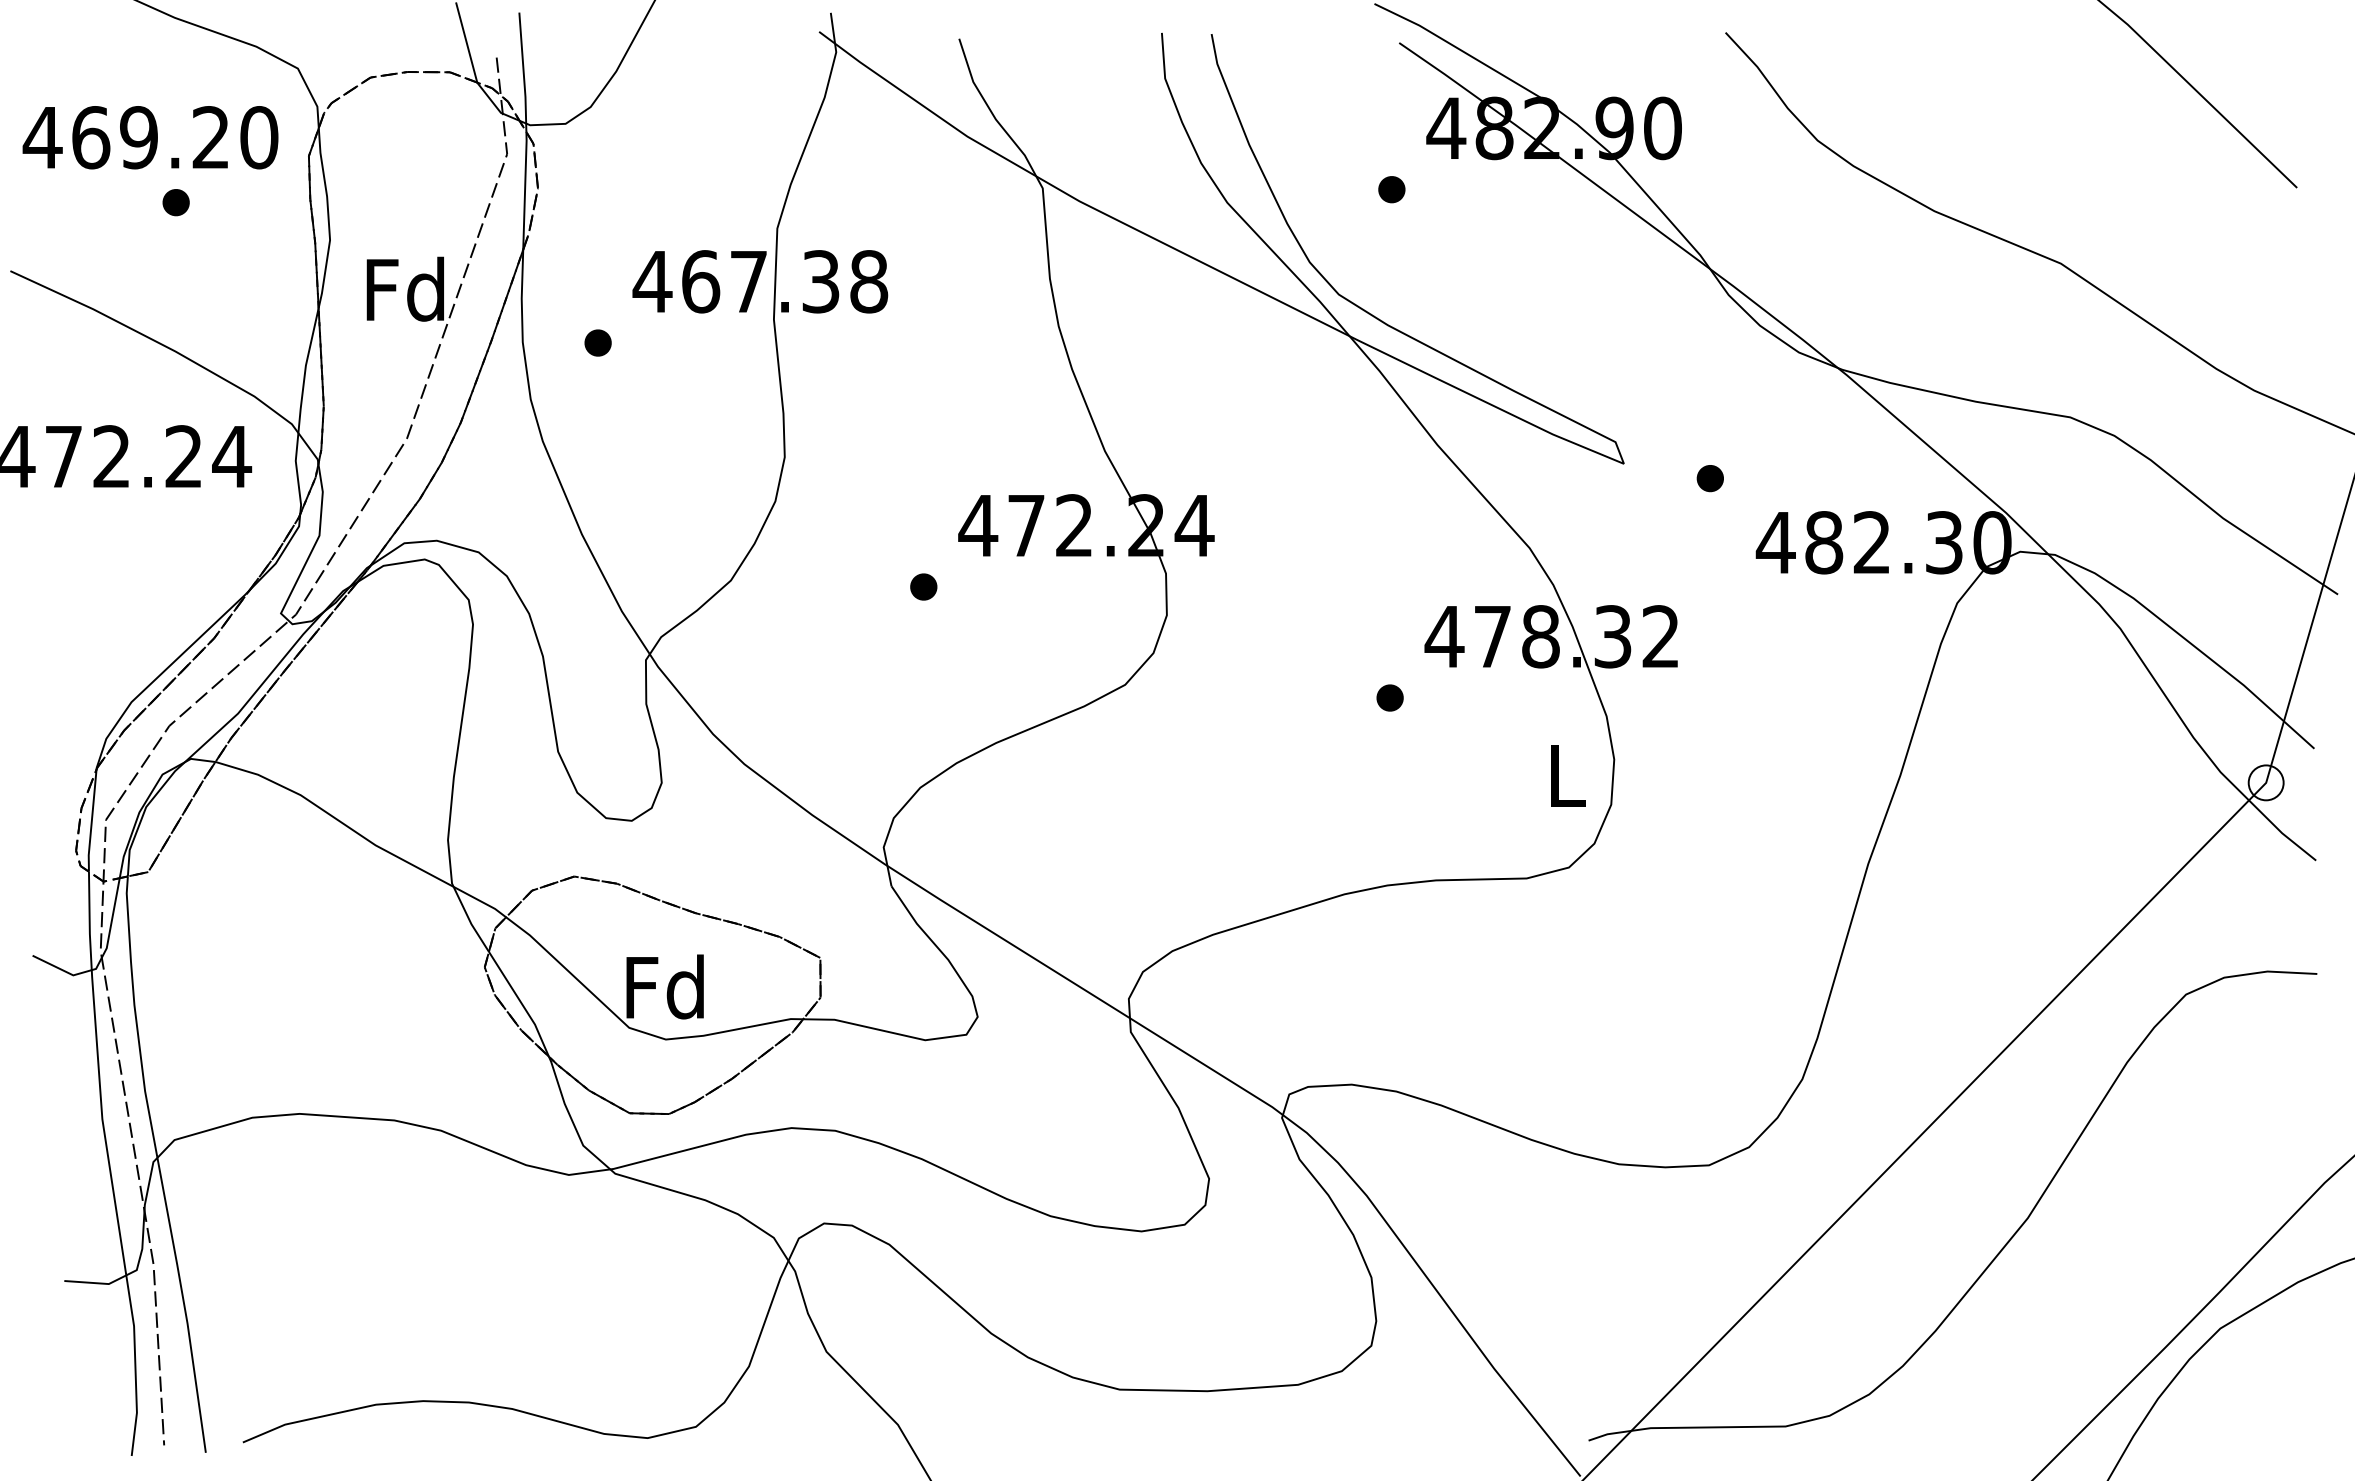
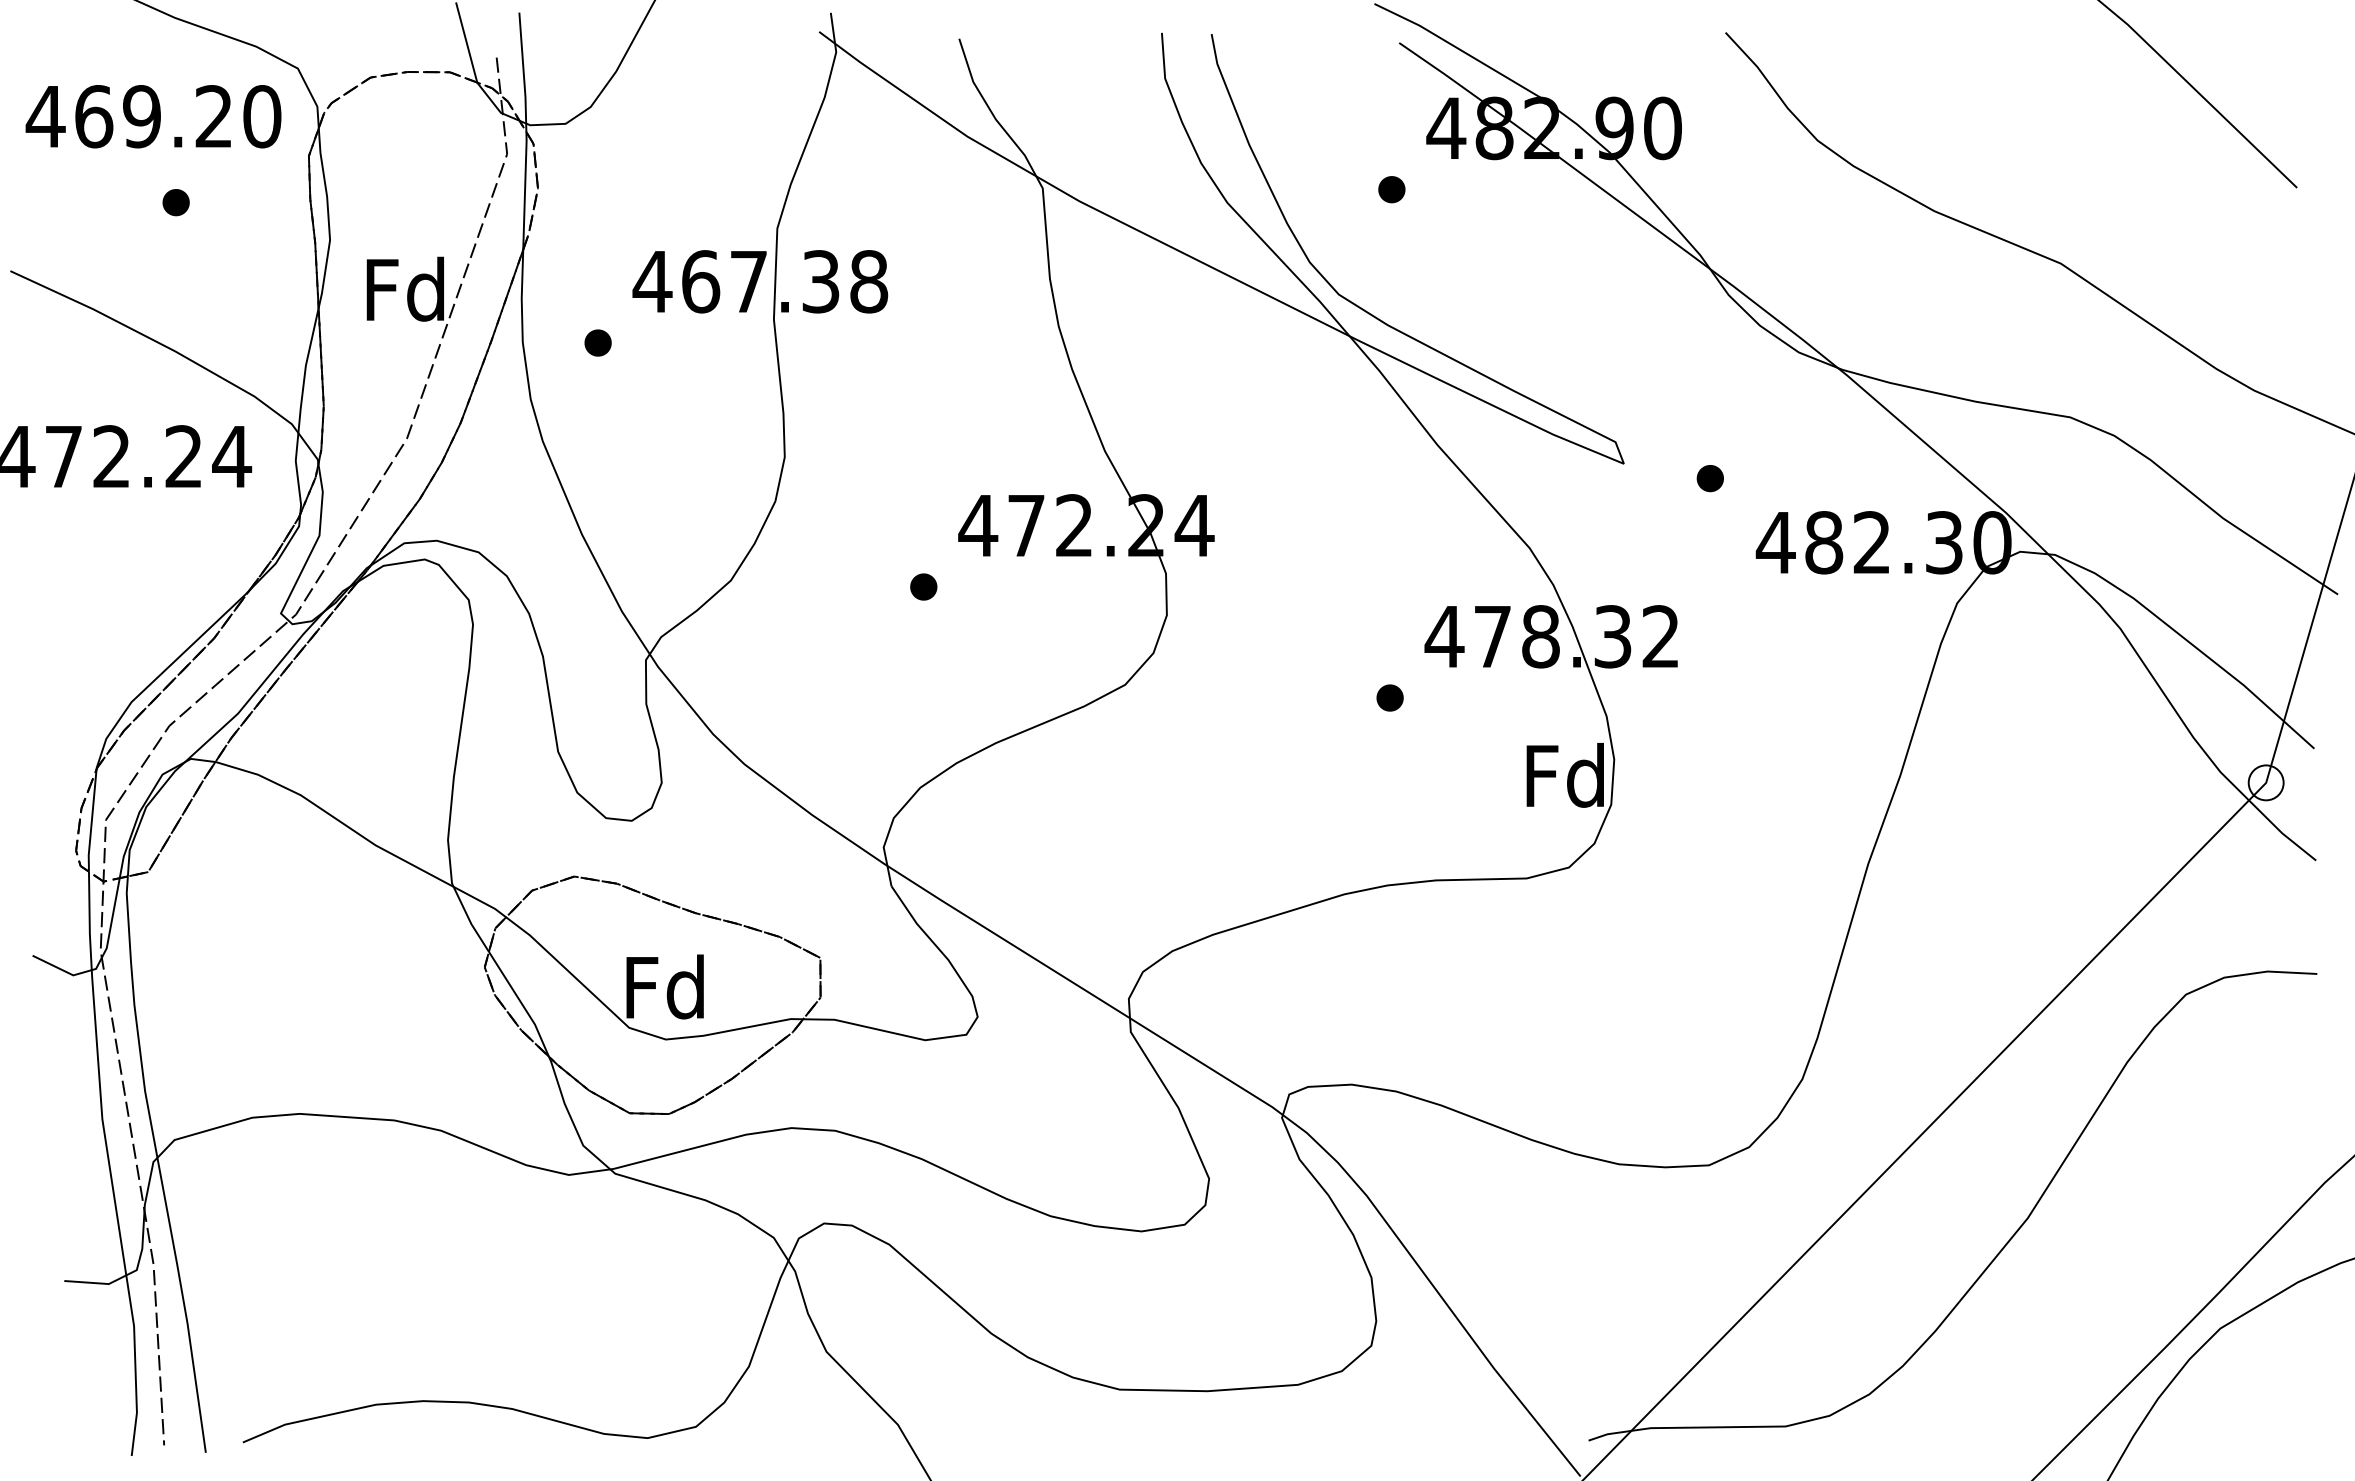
text at (150, 137) position: (150, 137) -> (153, 116)
text at (1564, 775): L -> Fd
